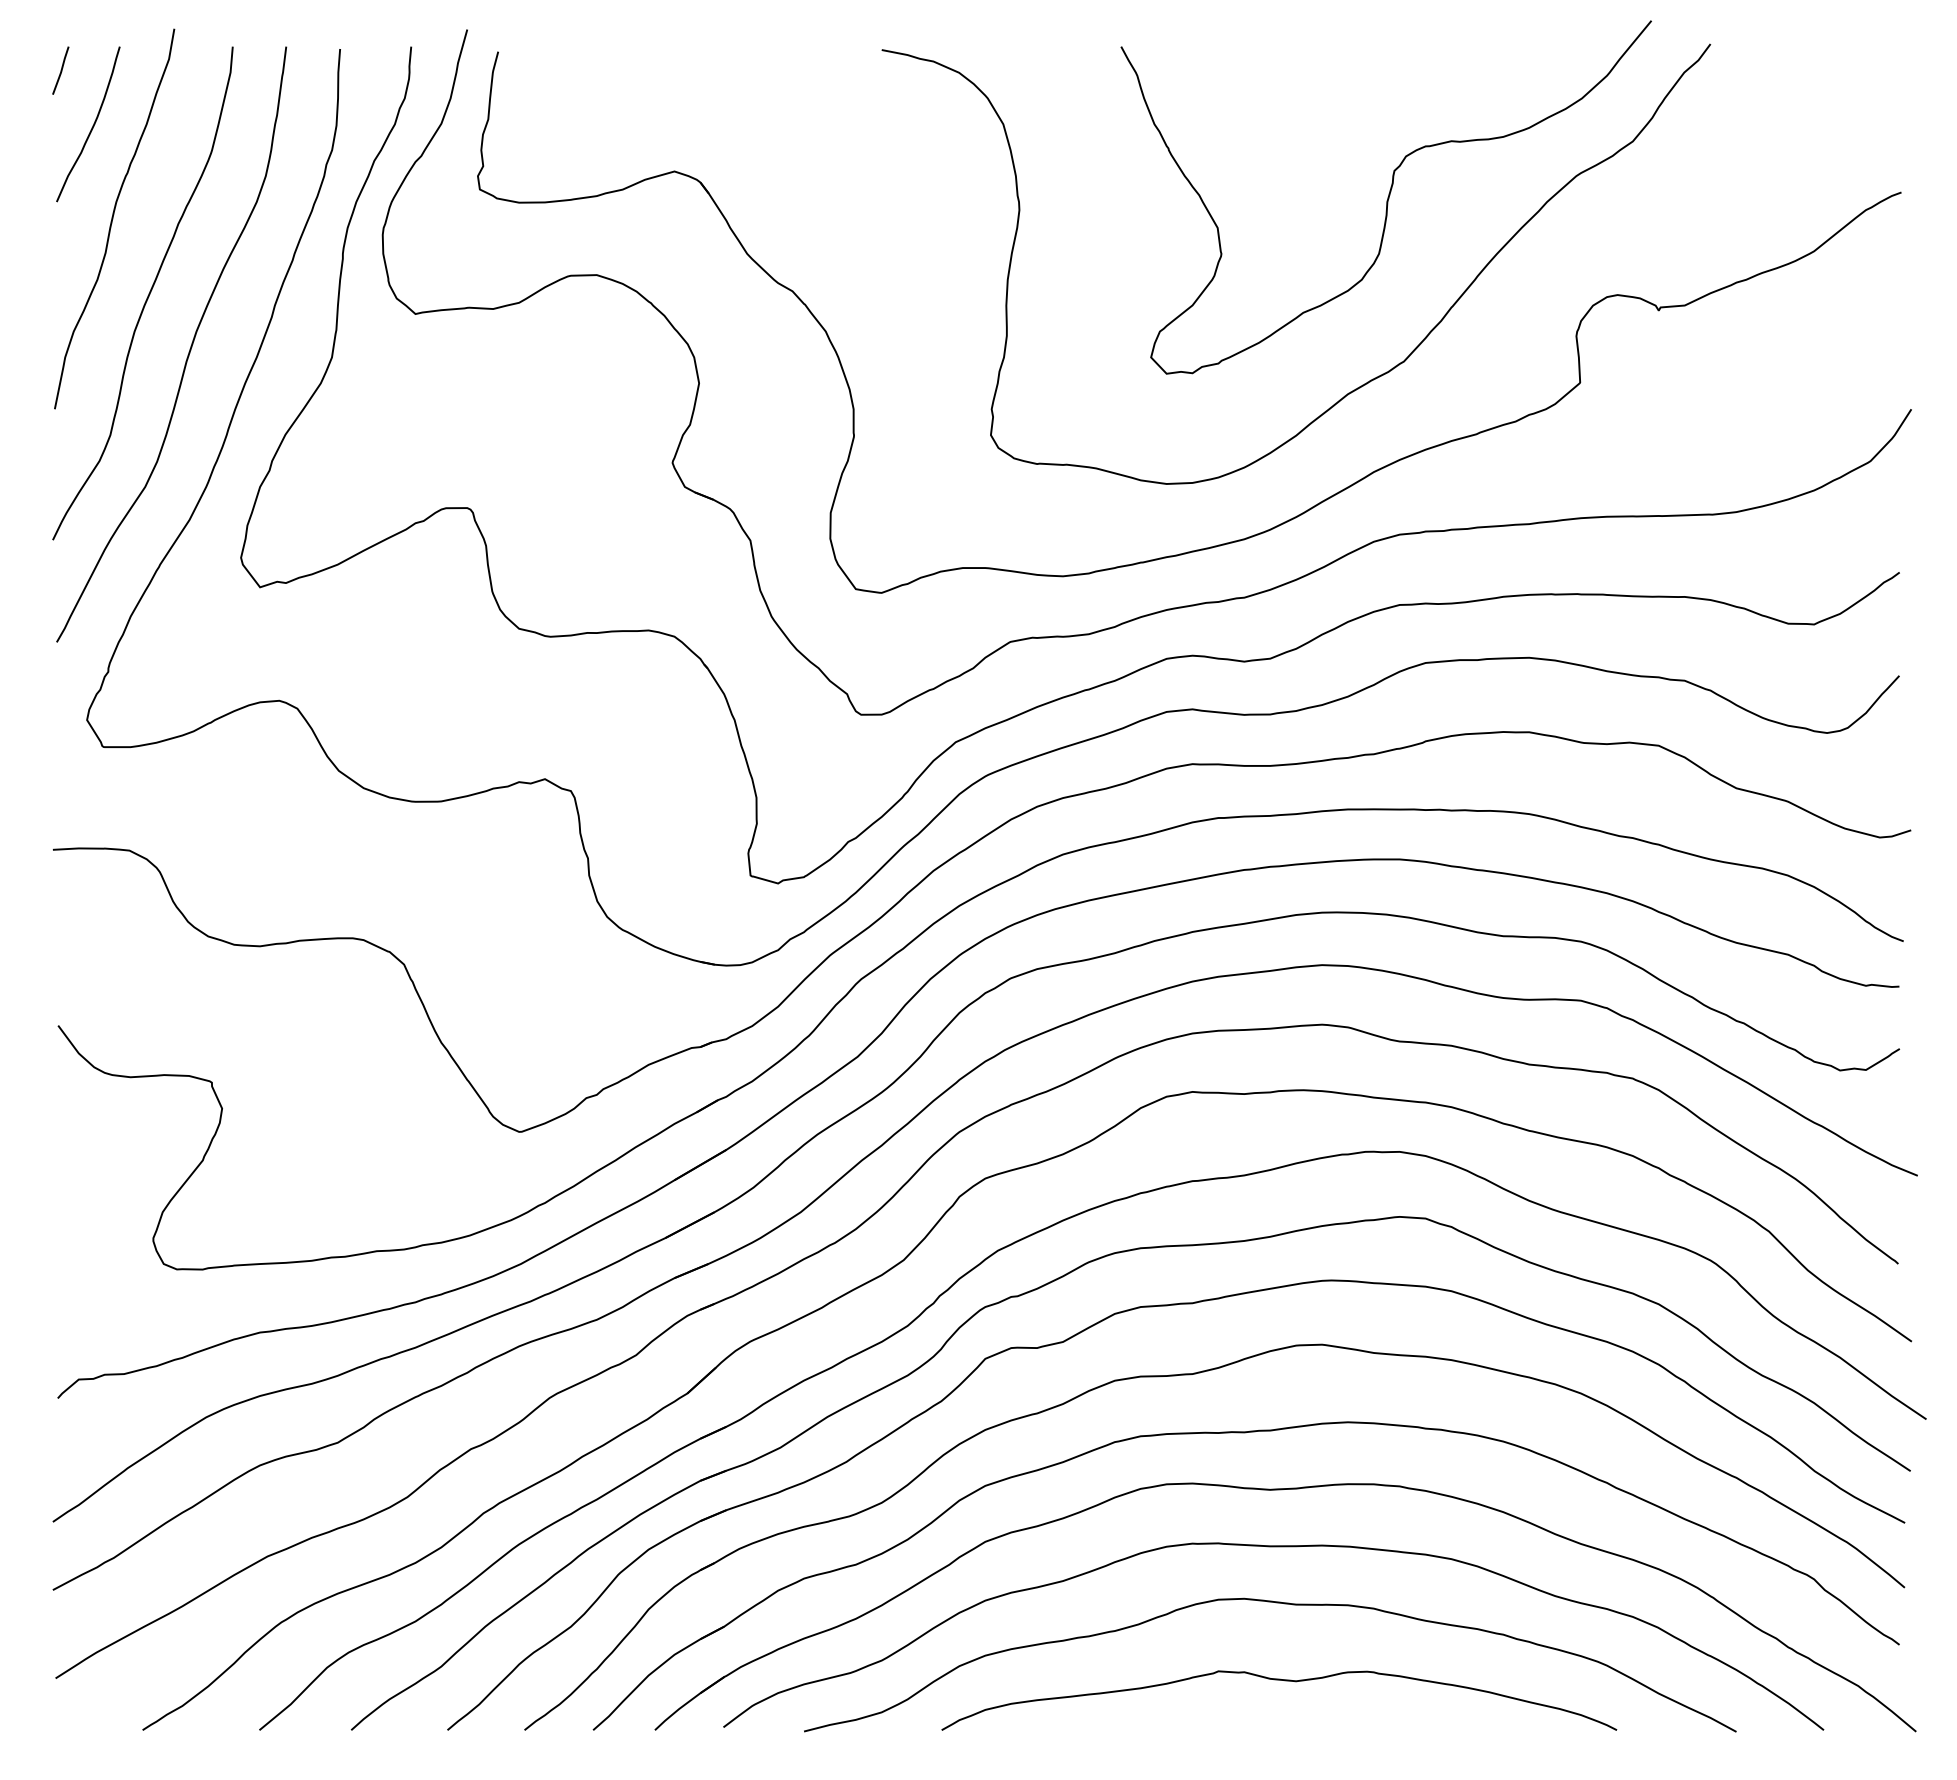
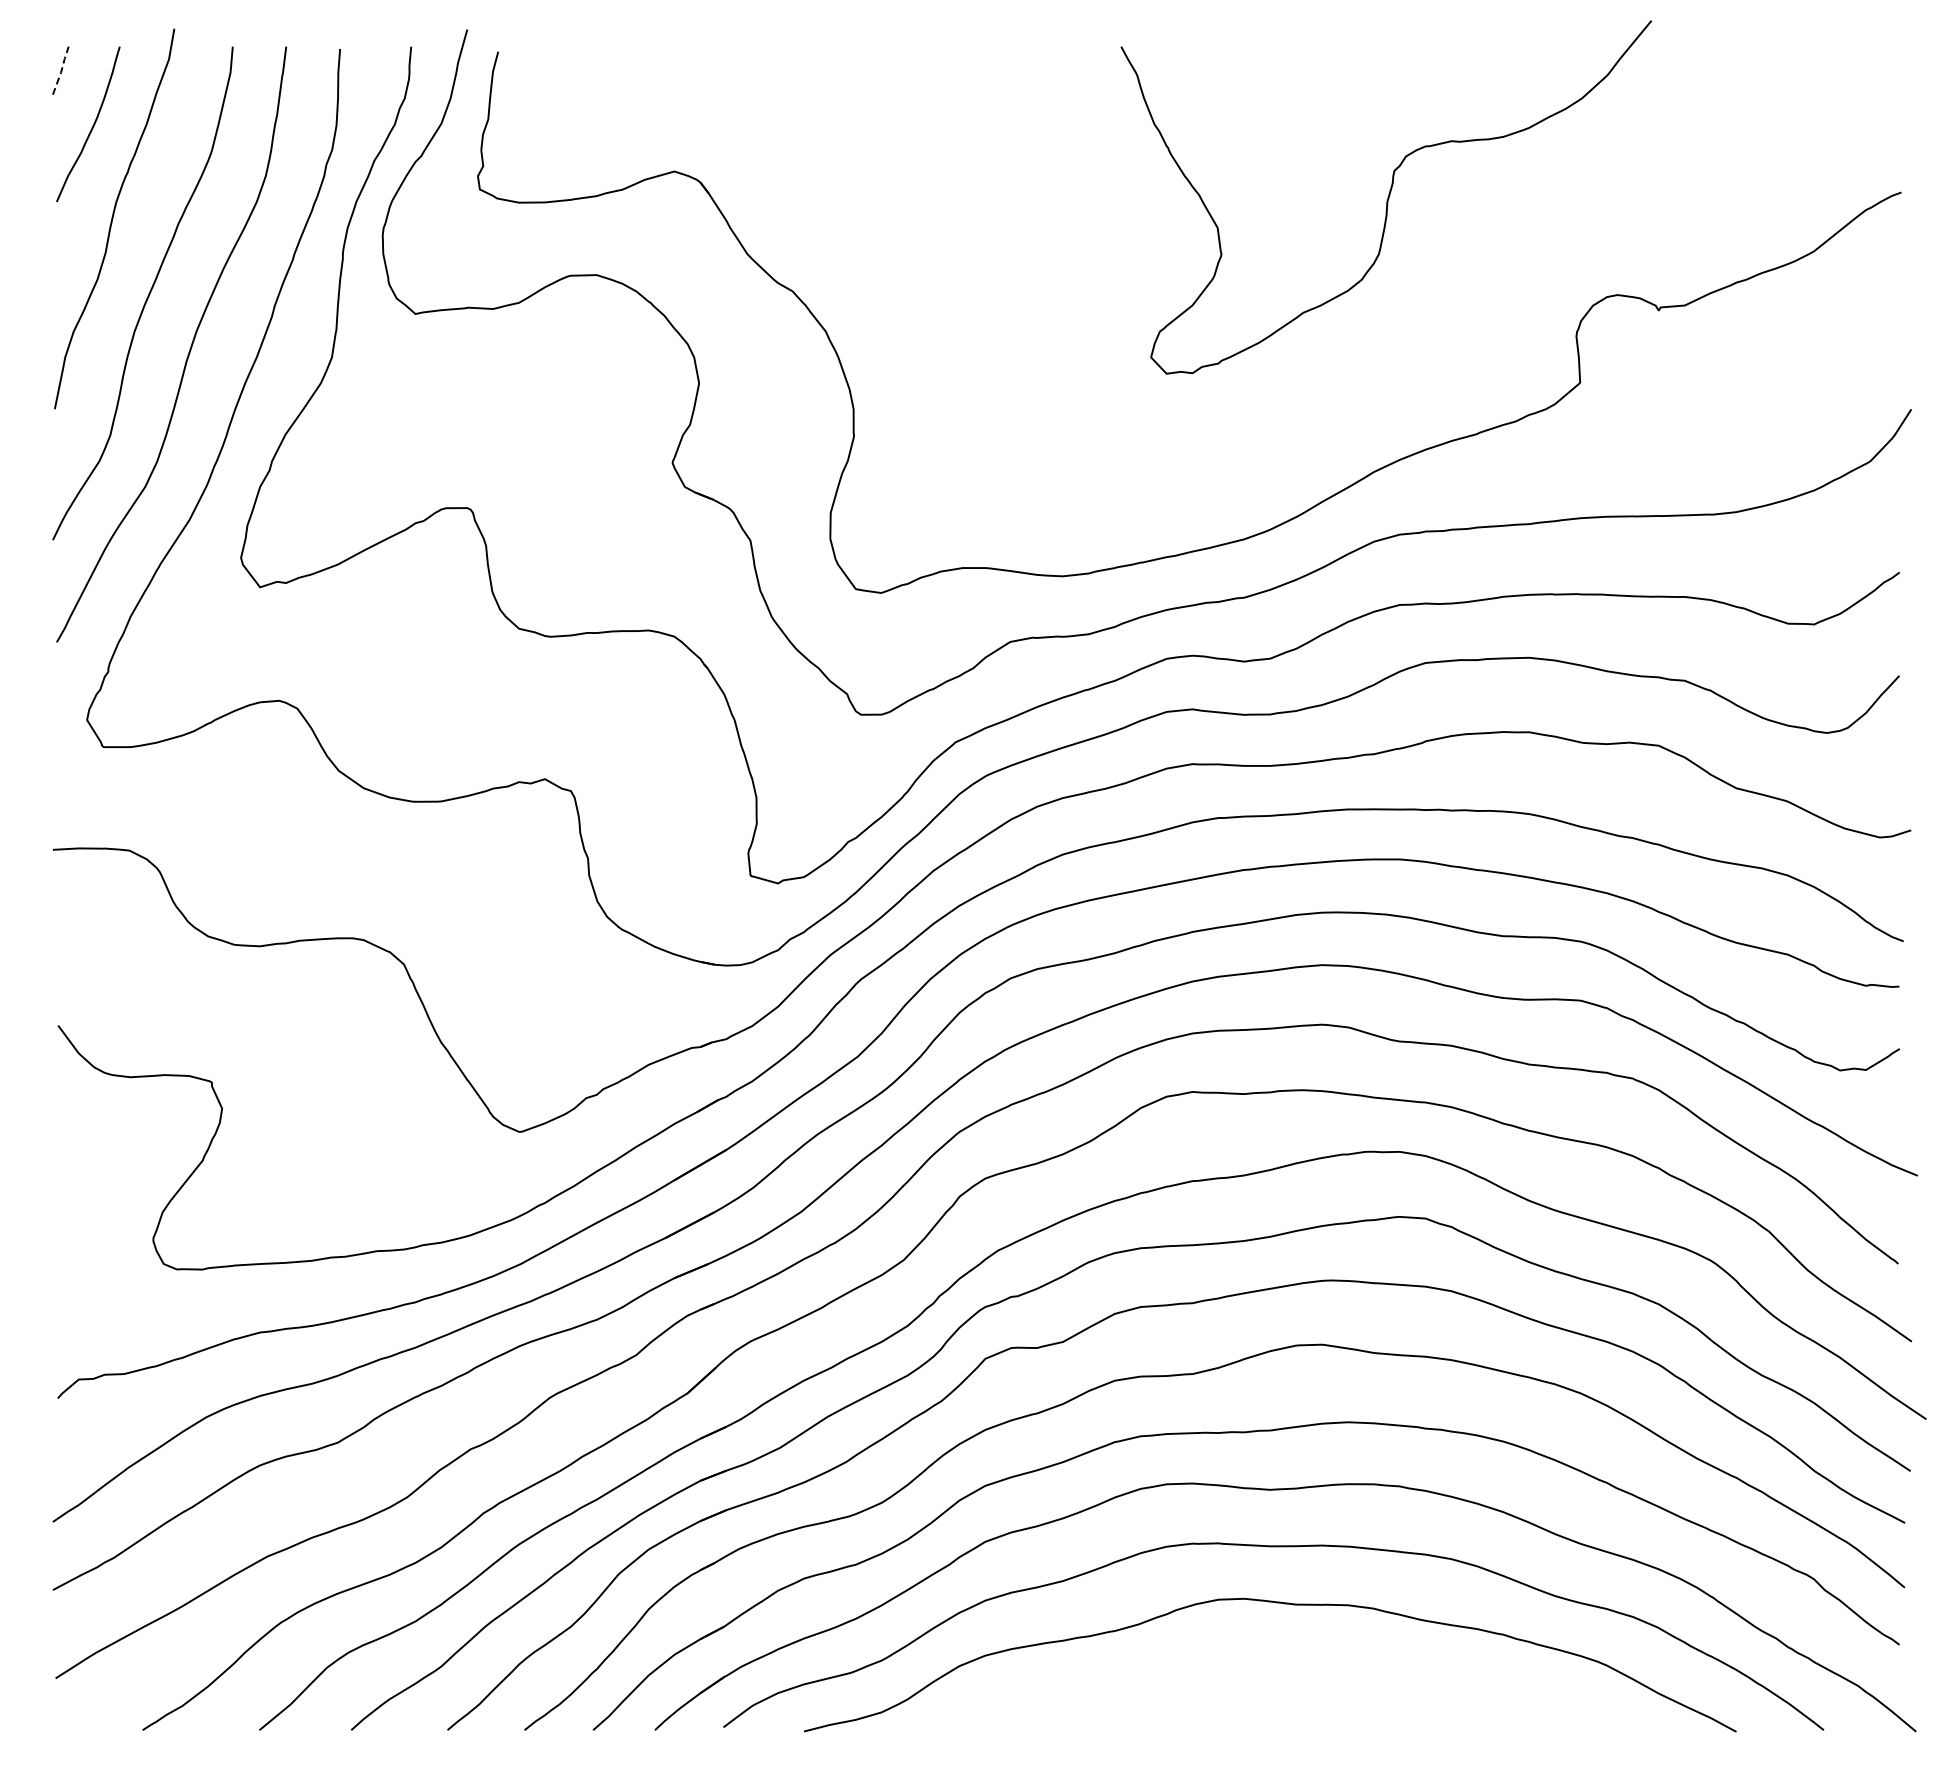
line at (61, 70): solid -> dashed
curve at (1367, 381): present -> none
curve at (1284, 1681): present -> none
